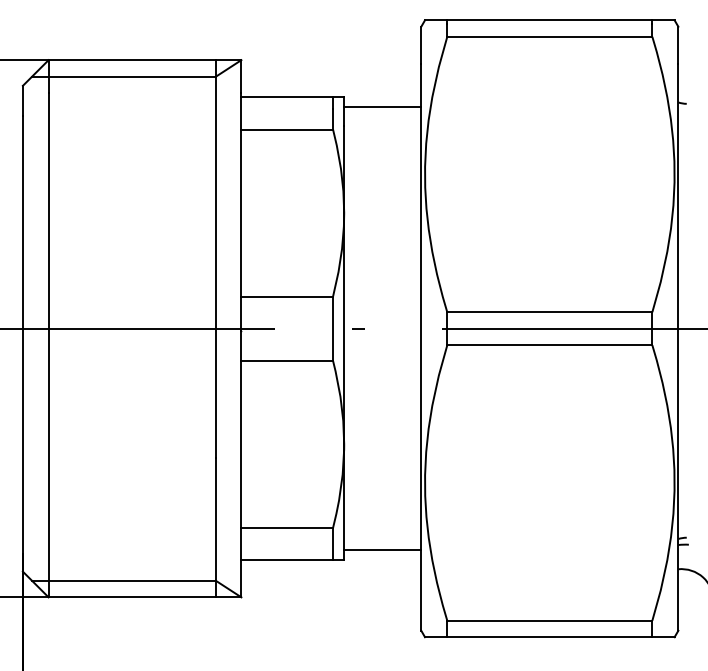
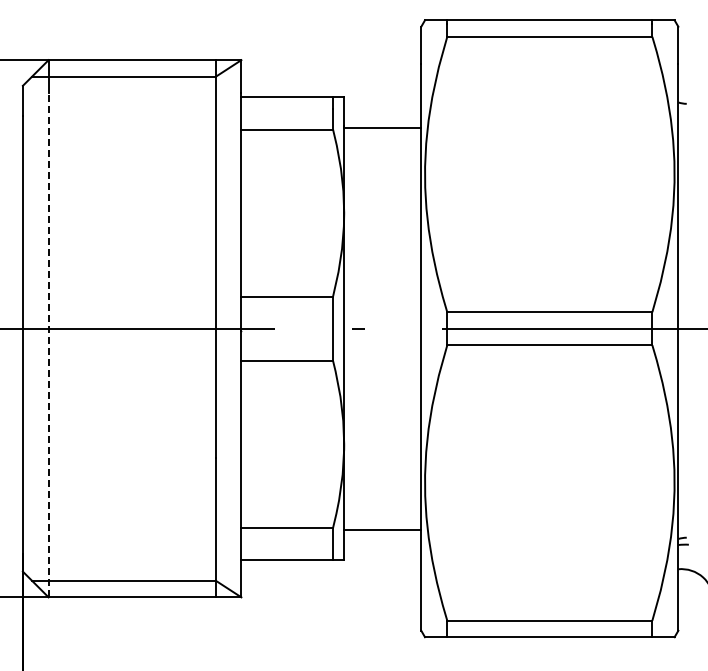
line at (382, 107) position: (382, 107) -> (382, 128)
line at (48, 344): solid -> dashed
line at (382, 550) position: (382, 550) -> (382, 530)
